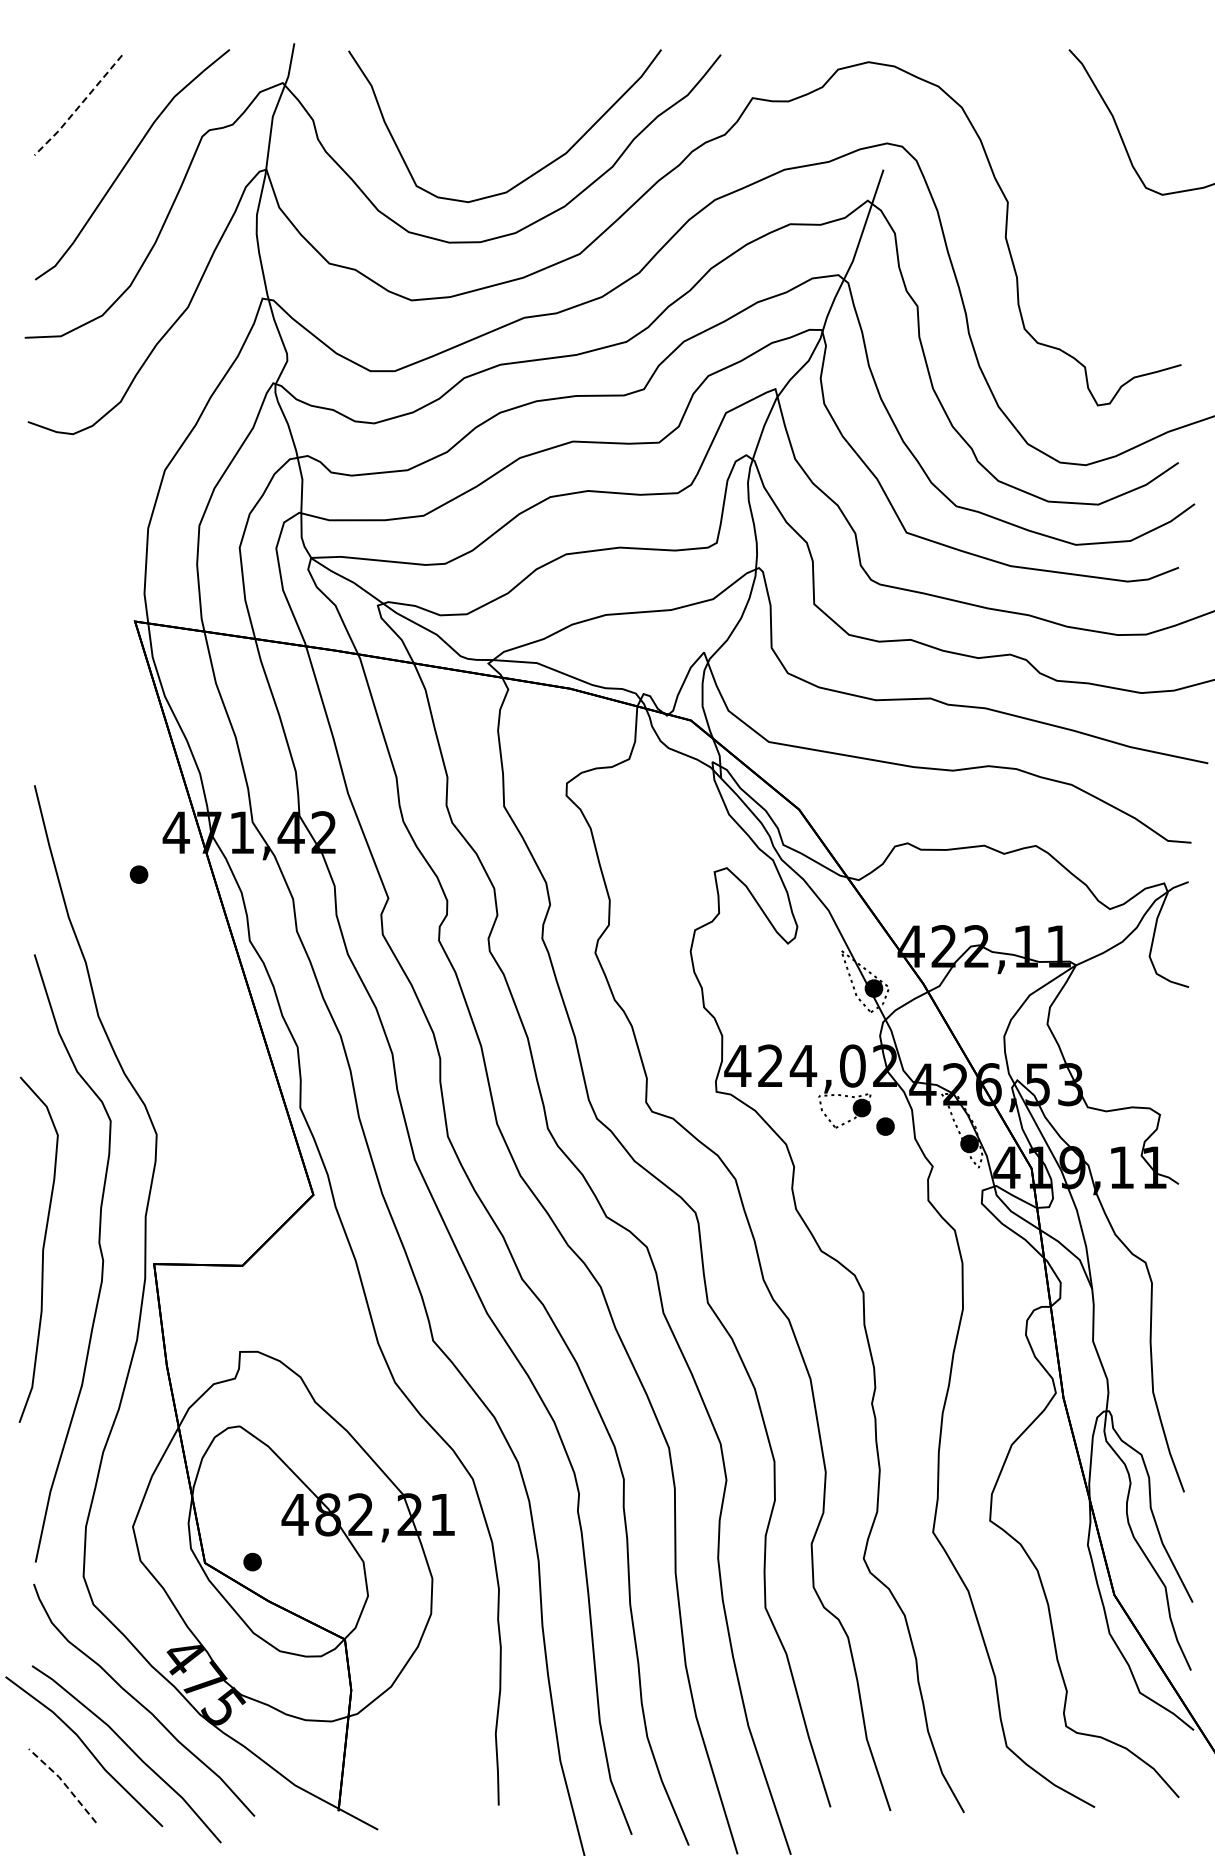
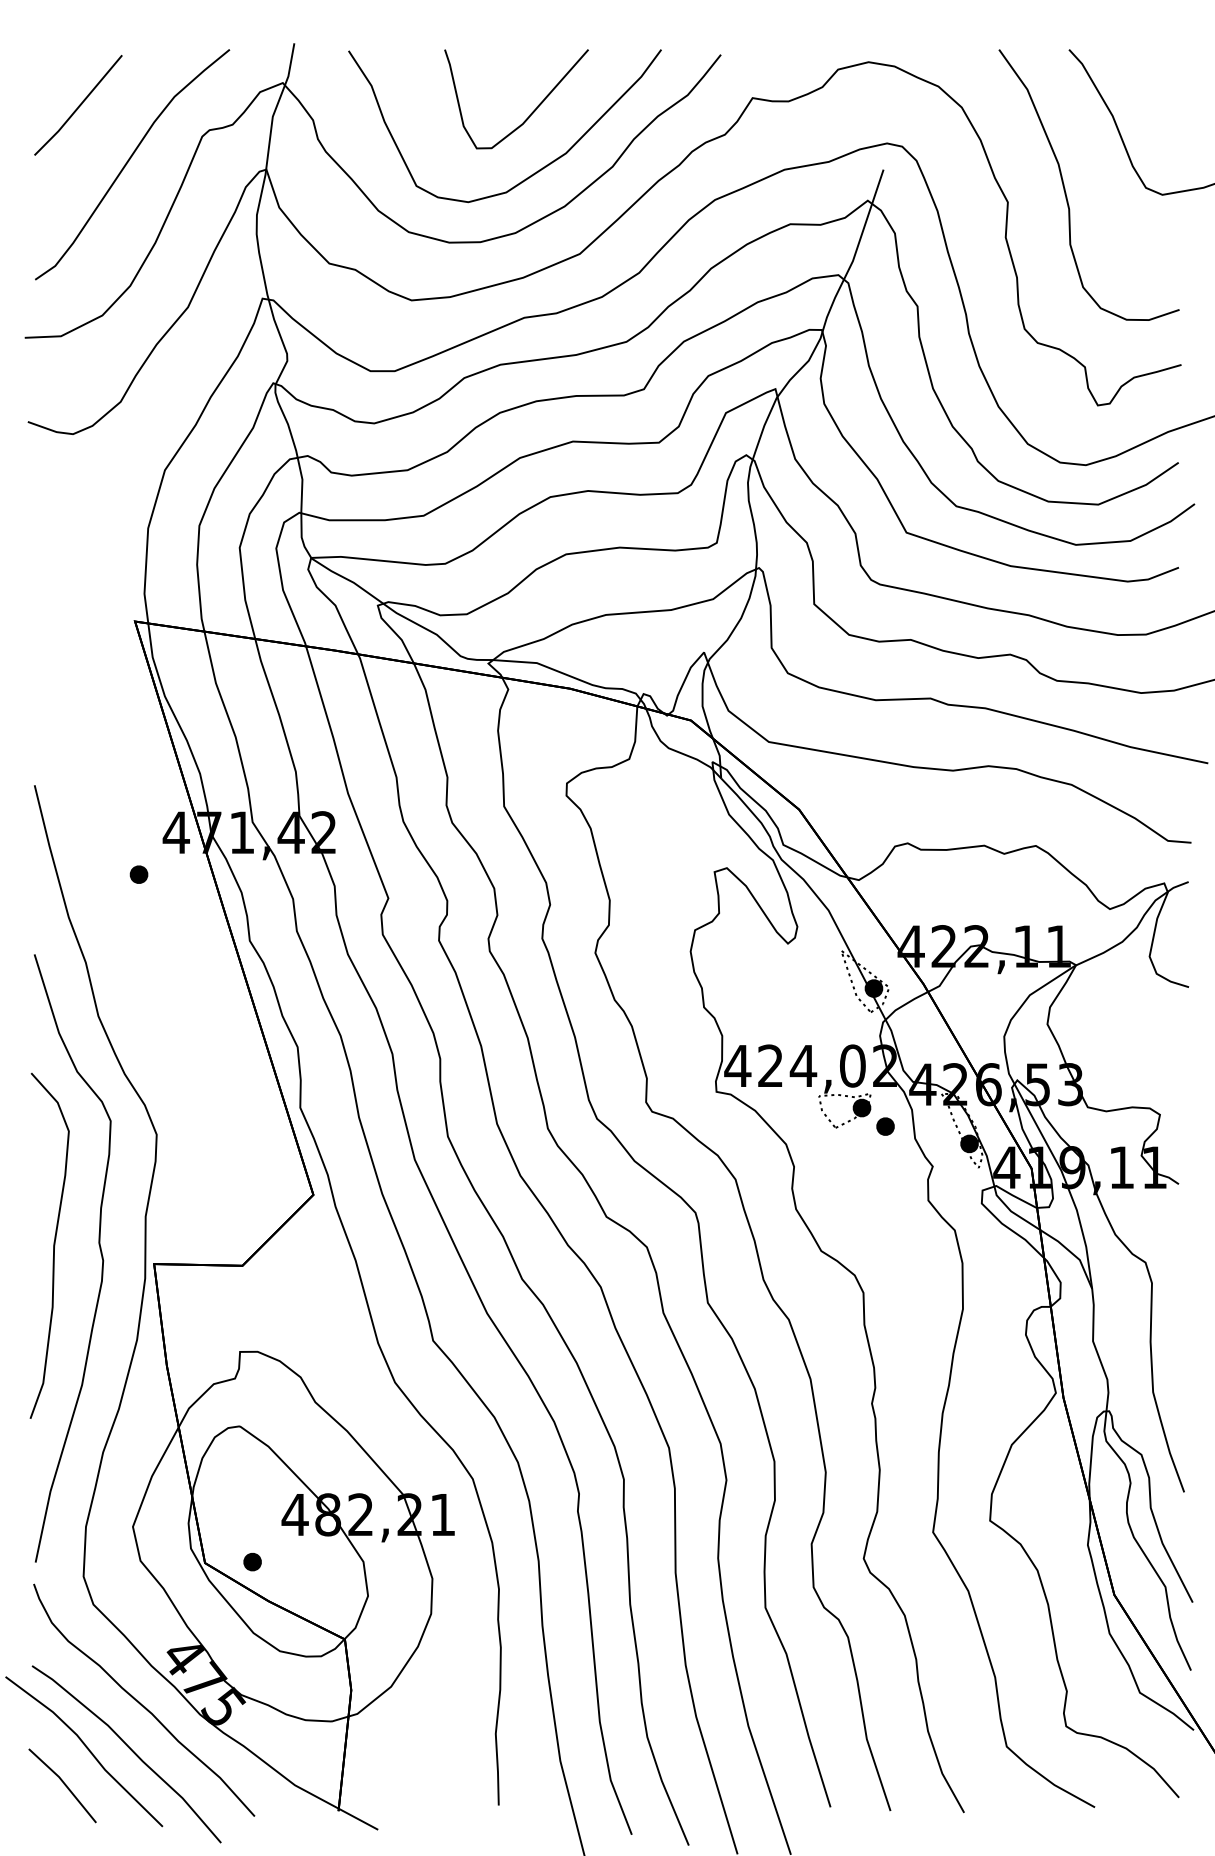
line at (78, 106): dashed -> solid
curve at (530, 113): none -> present
curve at (1065, 188): none -> present
curve at (42, 1249) position: (42, 1249) -> (53, 1245)
line at (64, 1783): dashed -> solid
